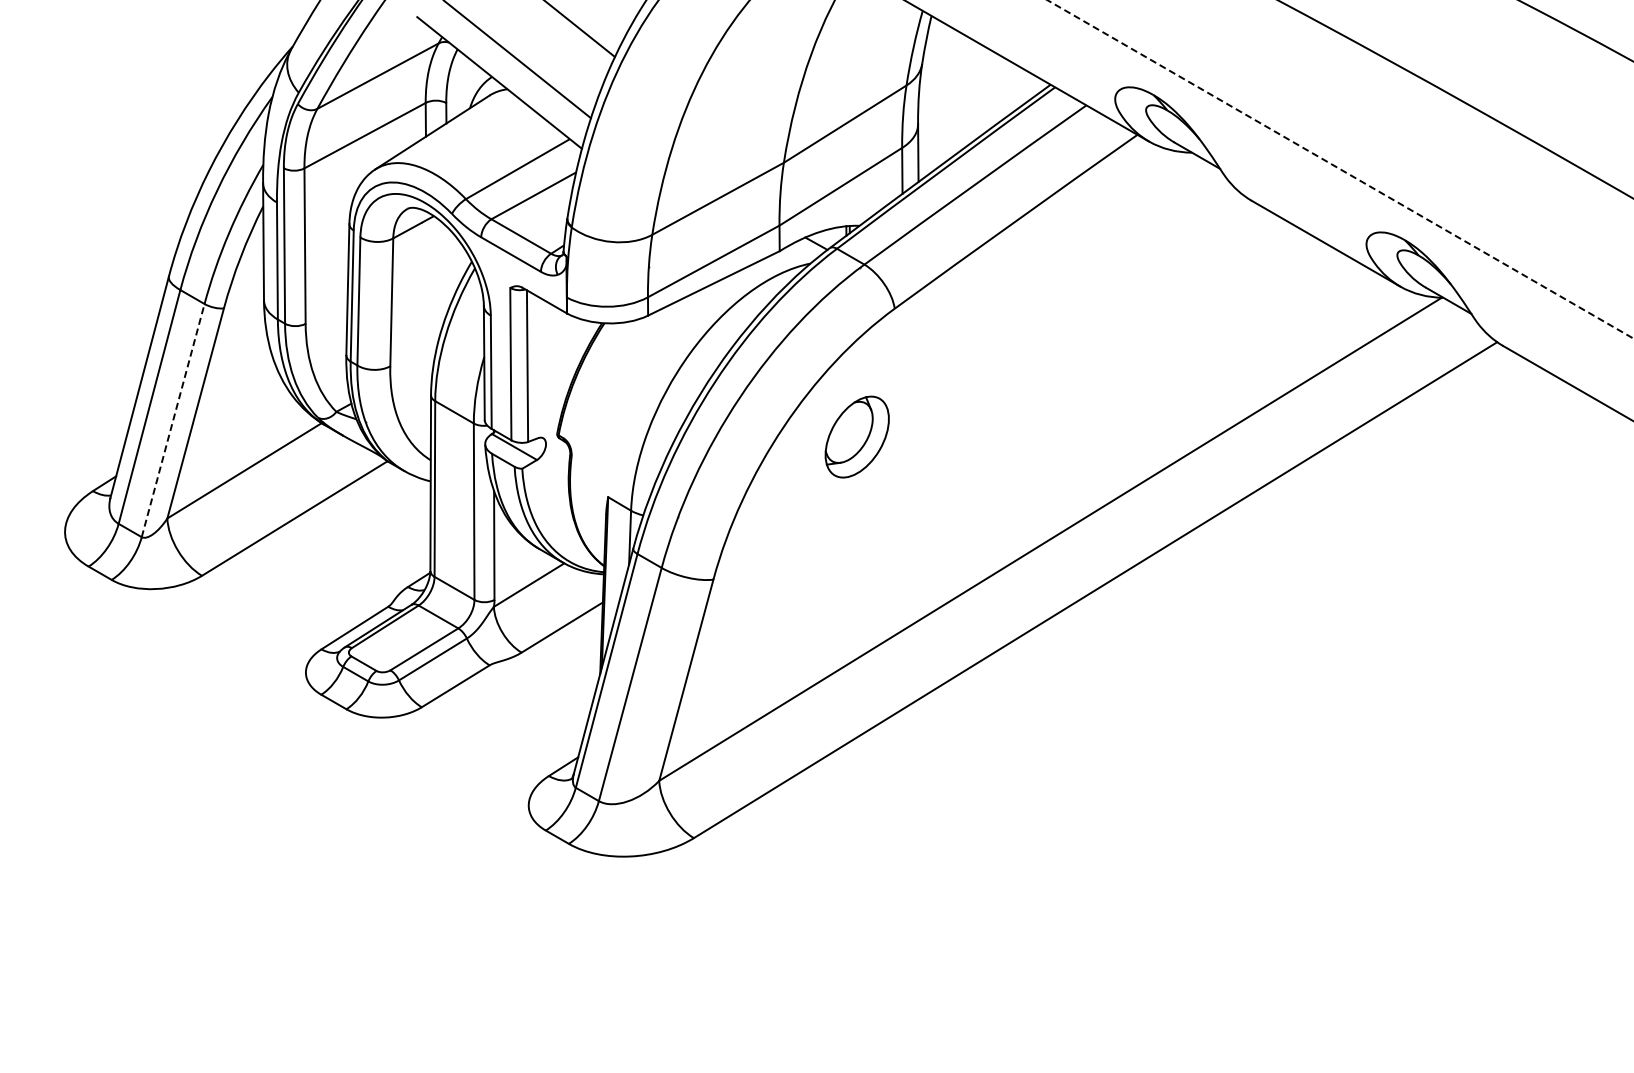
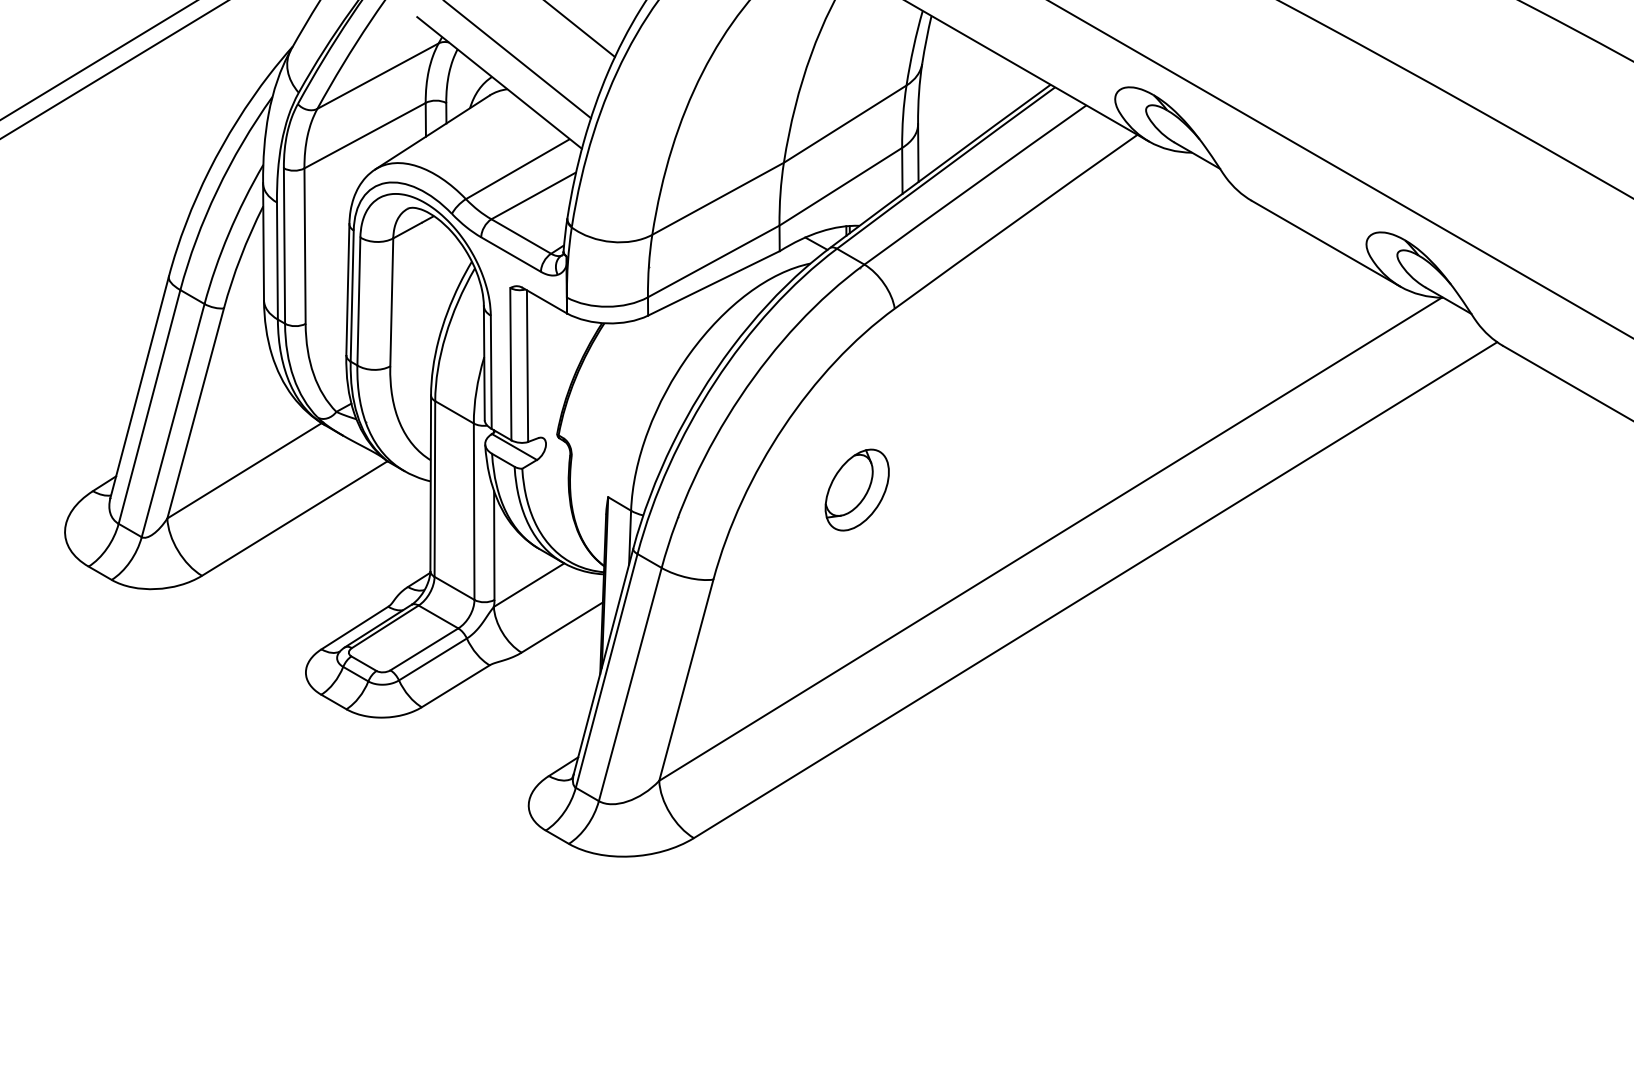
line at (98, 60): none -> present
line at (113, 69): none -> present
line at (1339, 169): dashed -> solid
line at (173, 420): dashed -> solid
part at (856, 436) position: (856, 436) -> (856, 489)
